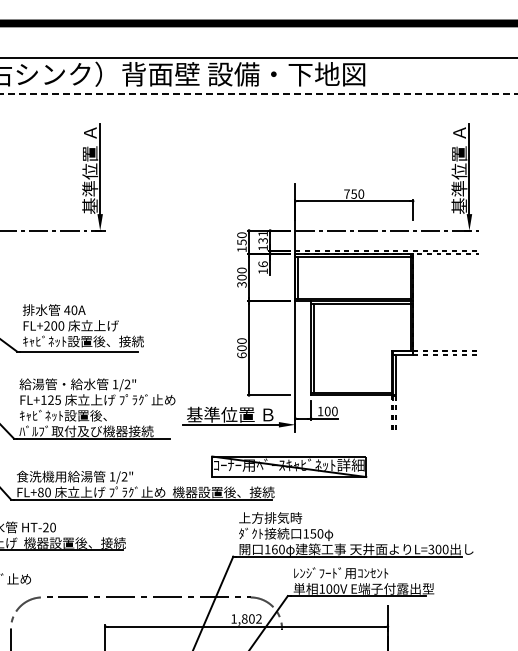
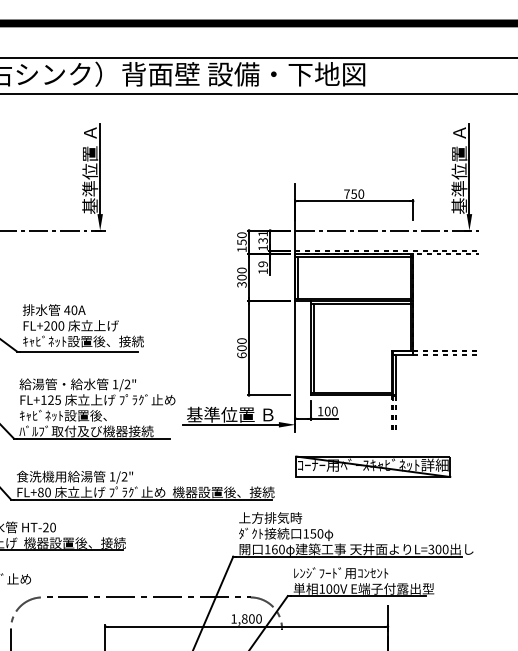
line at (259, 93): dashed -> solid
text at (262, 264): 16 -> 19
part at (289, 466) position: (289, 466) -> (373, 466)
text at (258, 618): 1,802 -> 1,800
